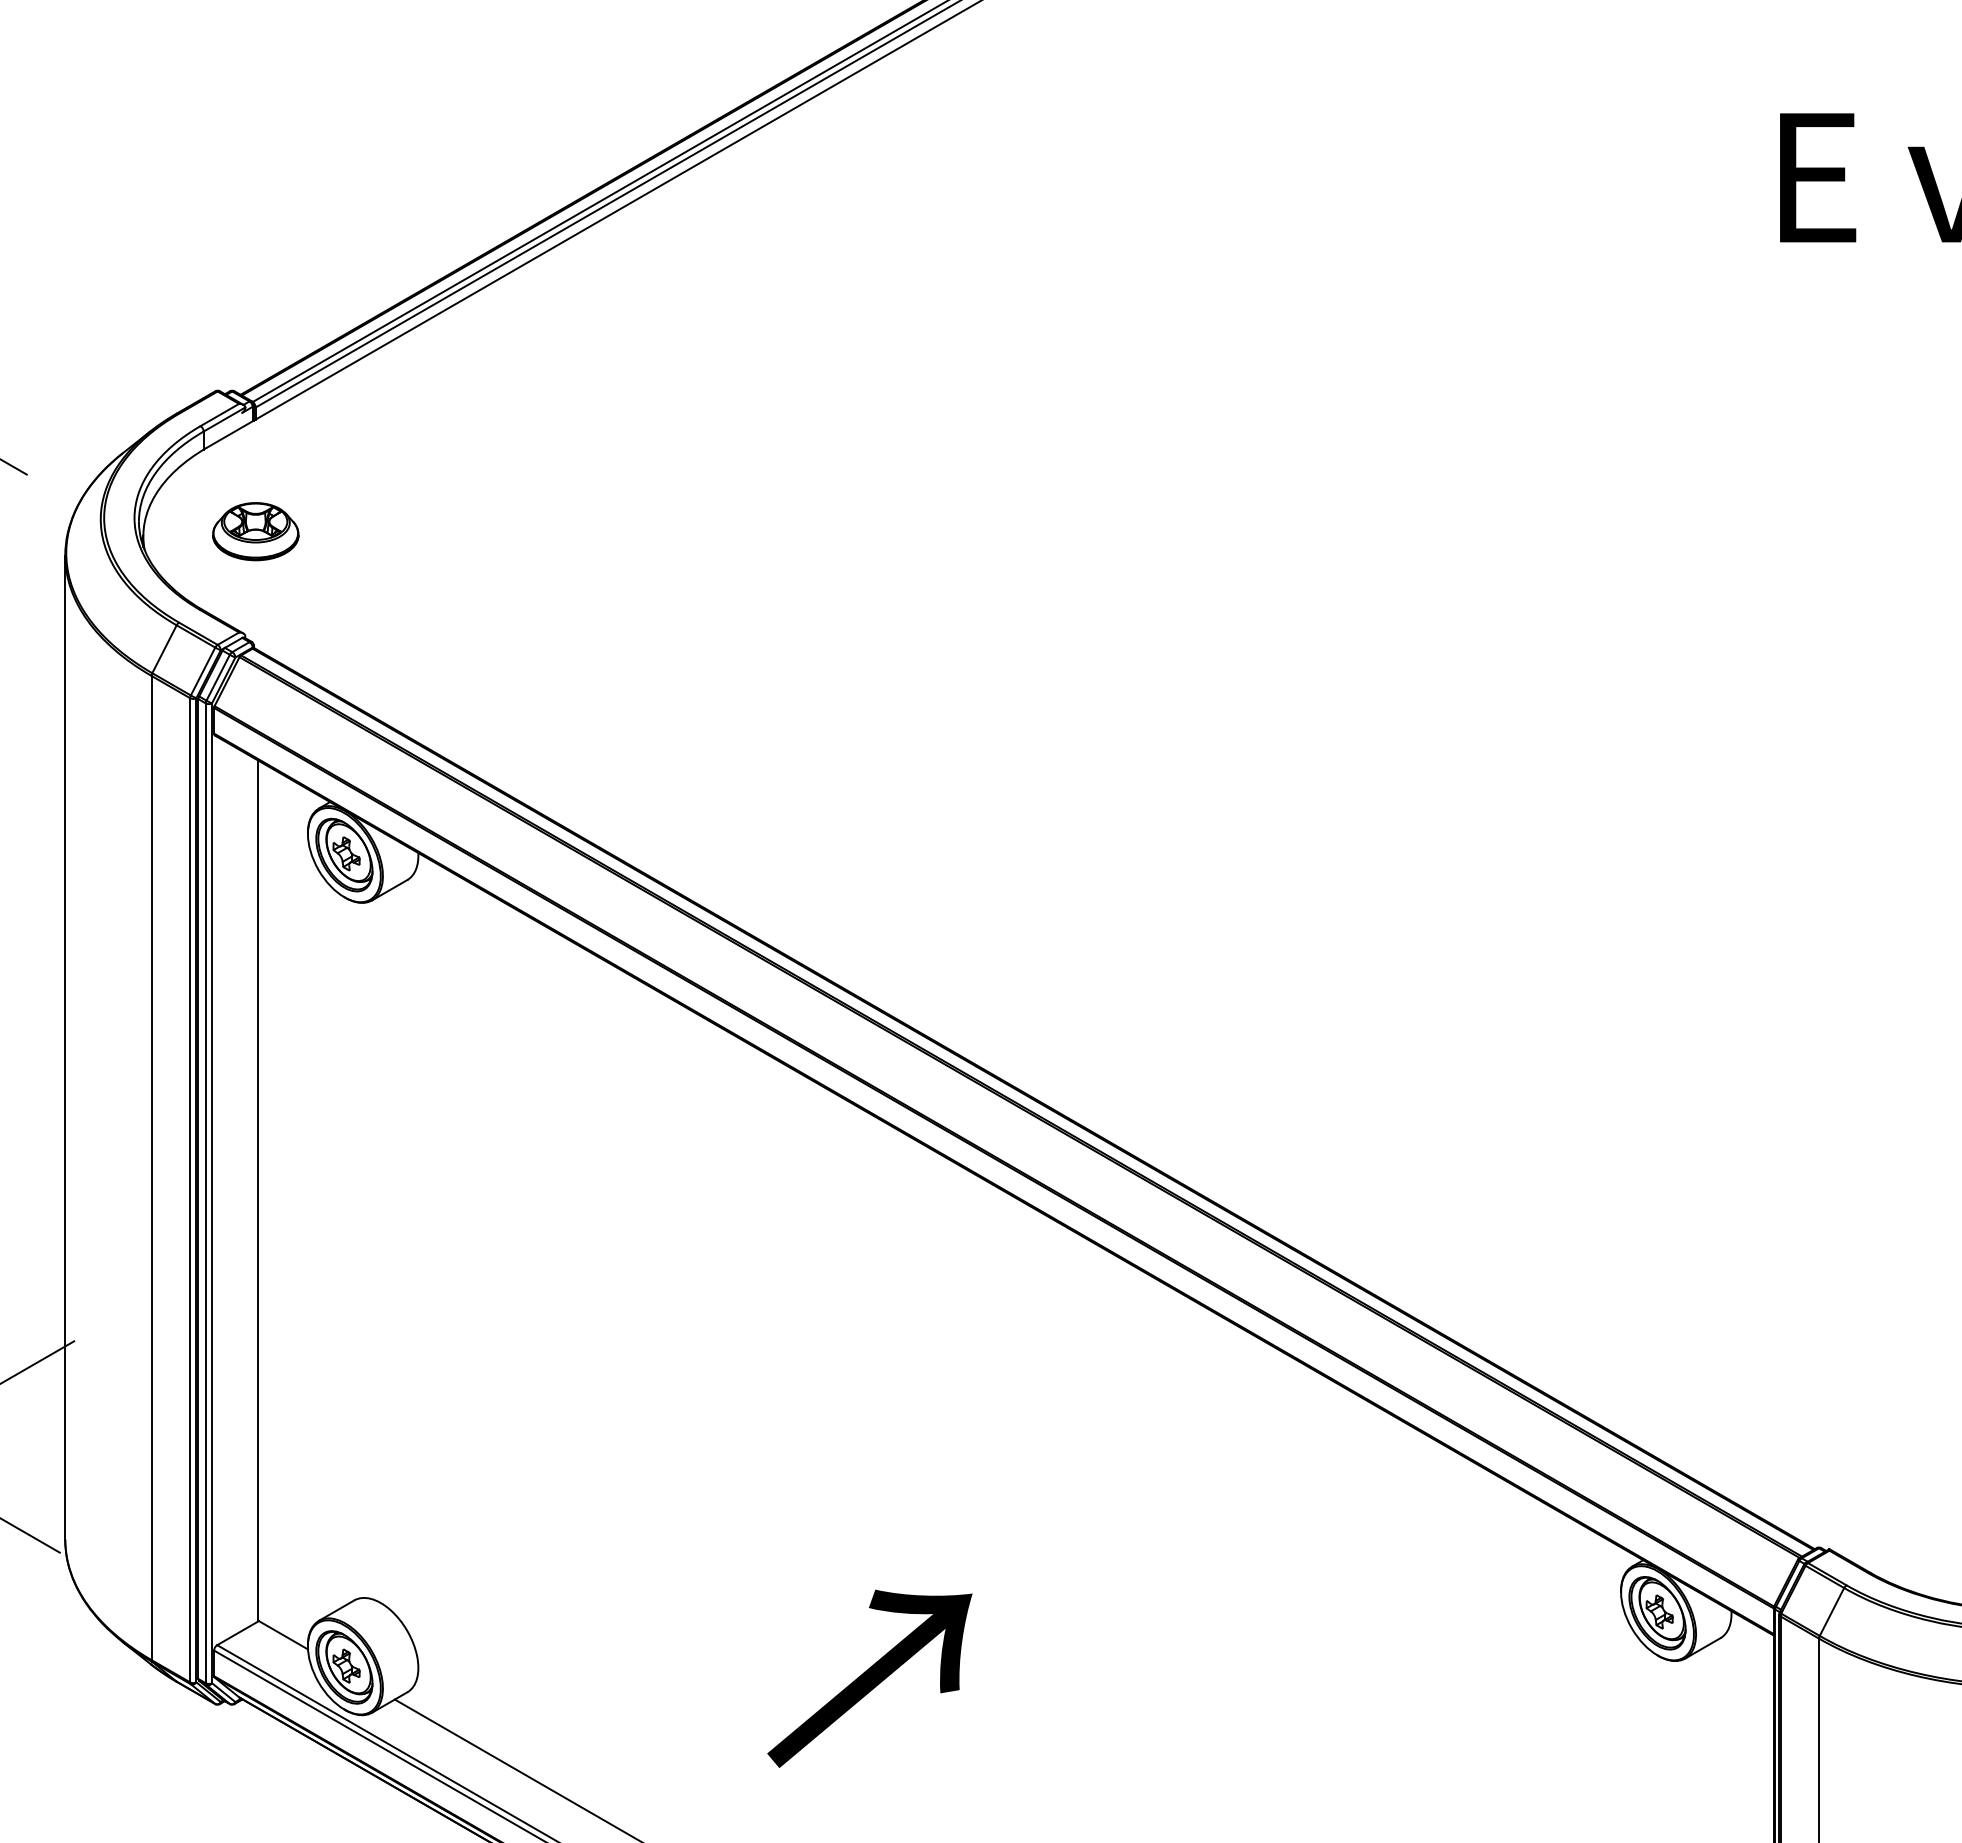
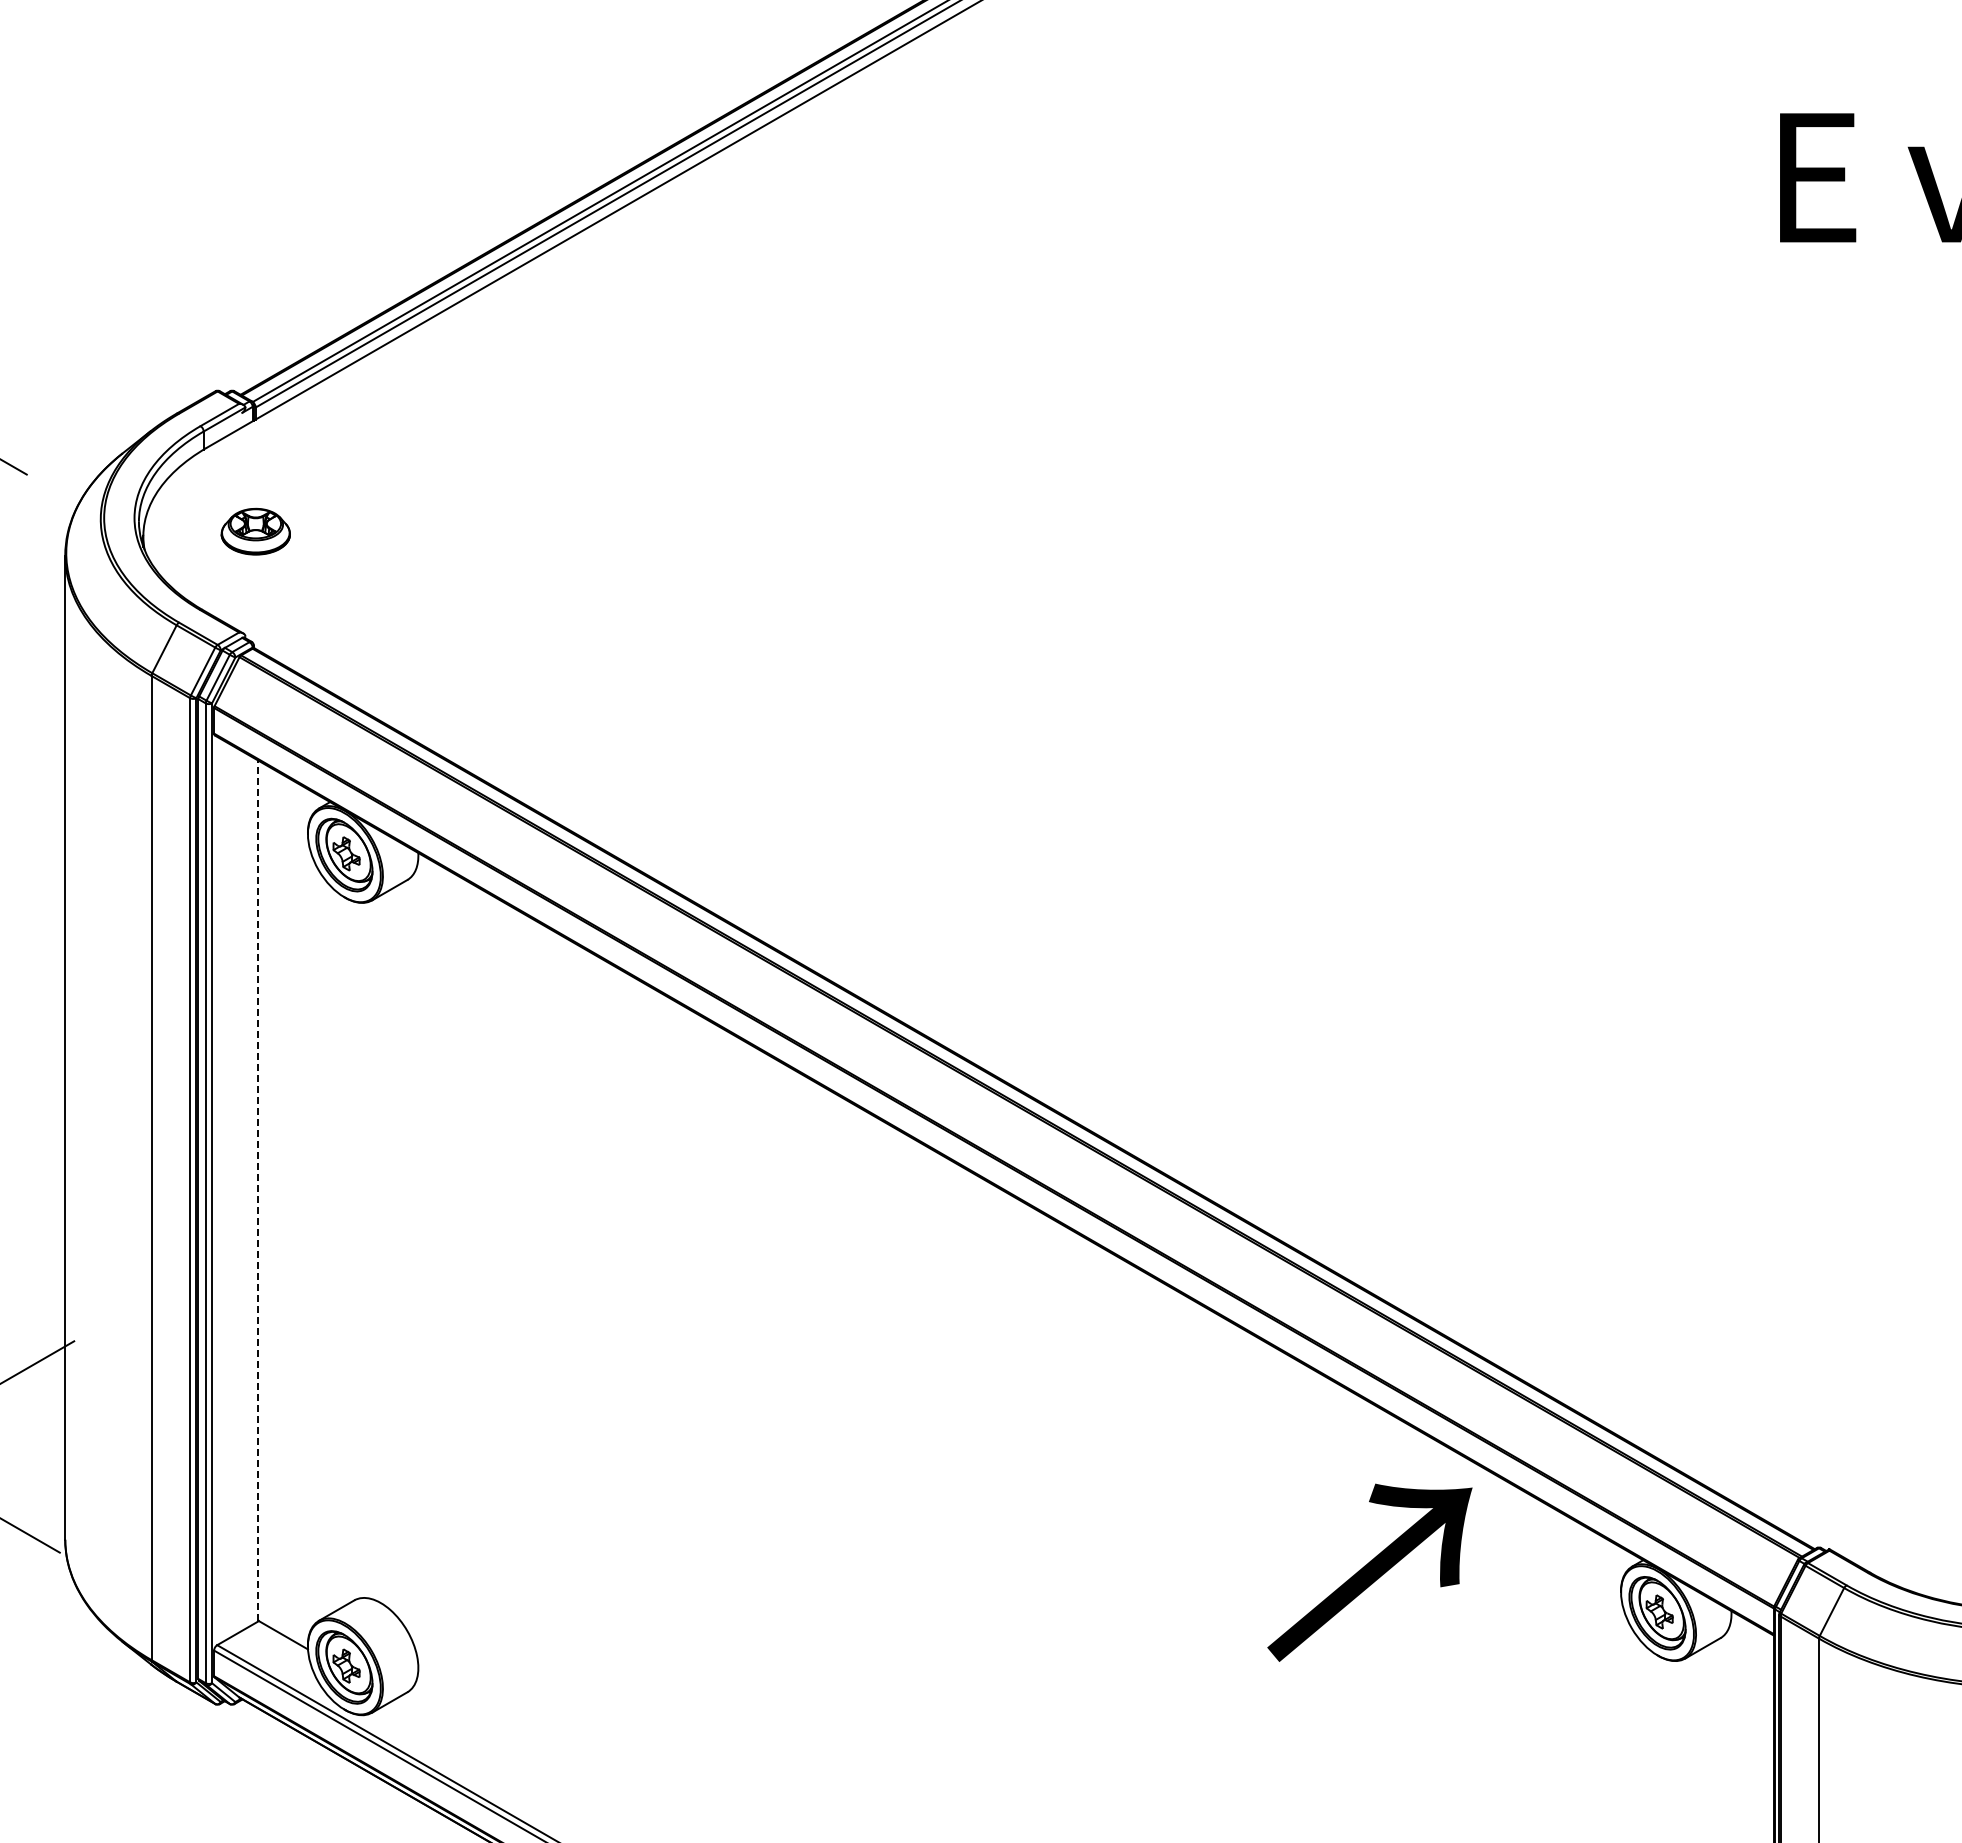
part at (255, 531) size: 88x60 px -> 71x49 px
line at (258, 1190): solid -> dashed
text at (869, 1678) position: (869, 1678) -> (1369, 1572)
line at (515, 1769): present -> none
